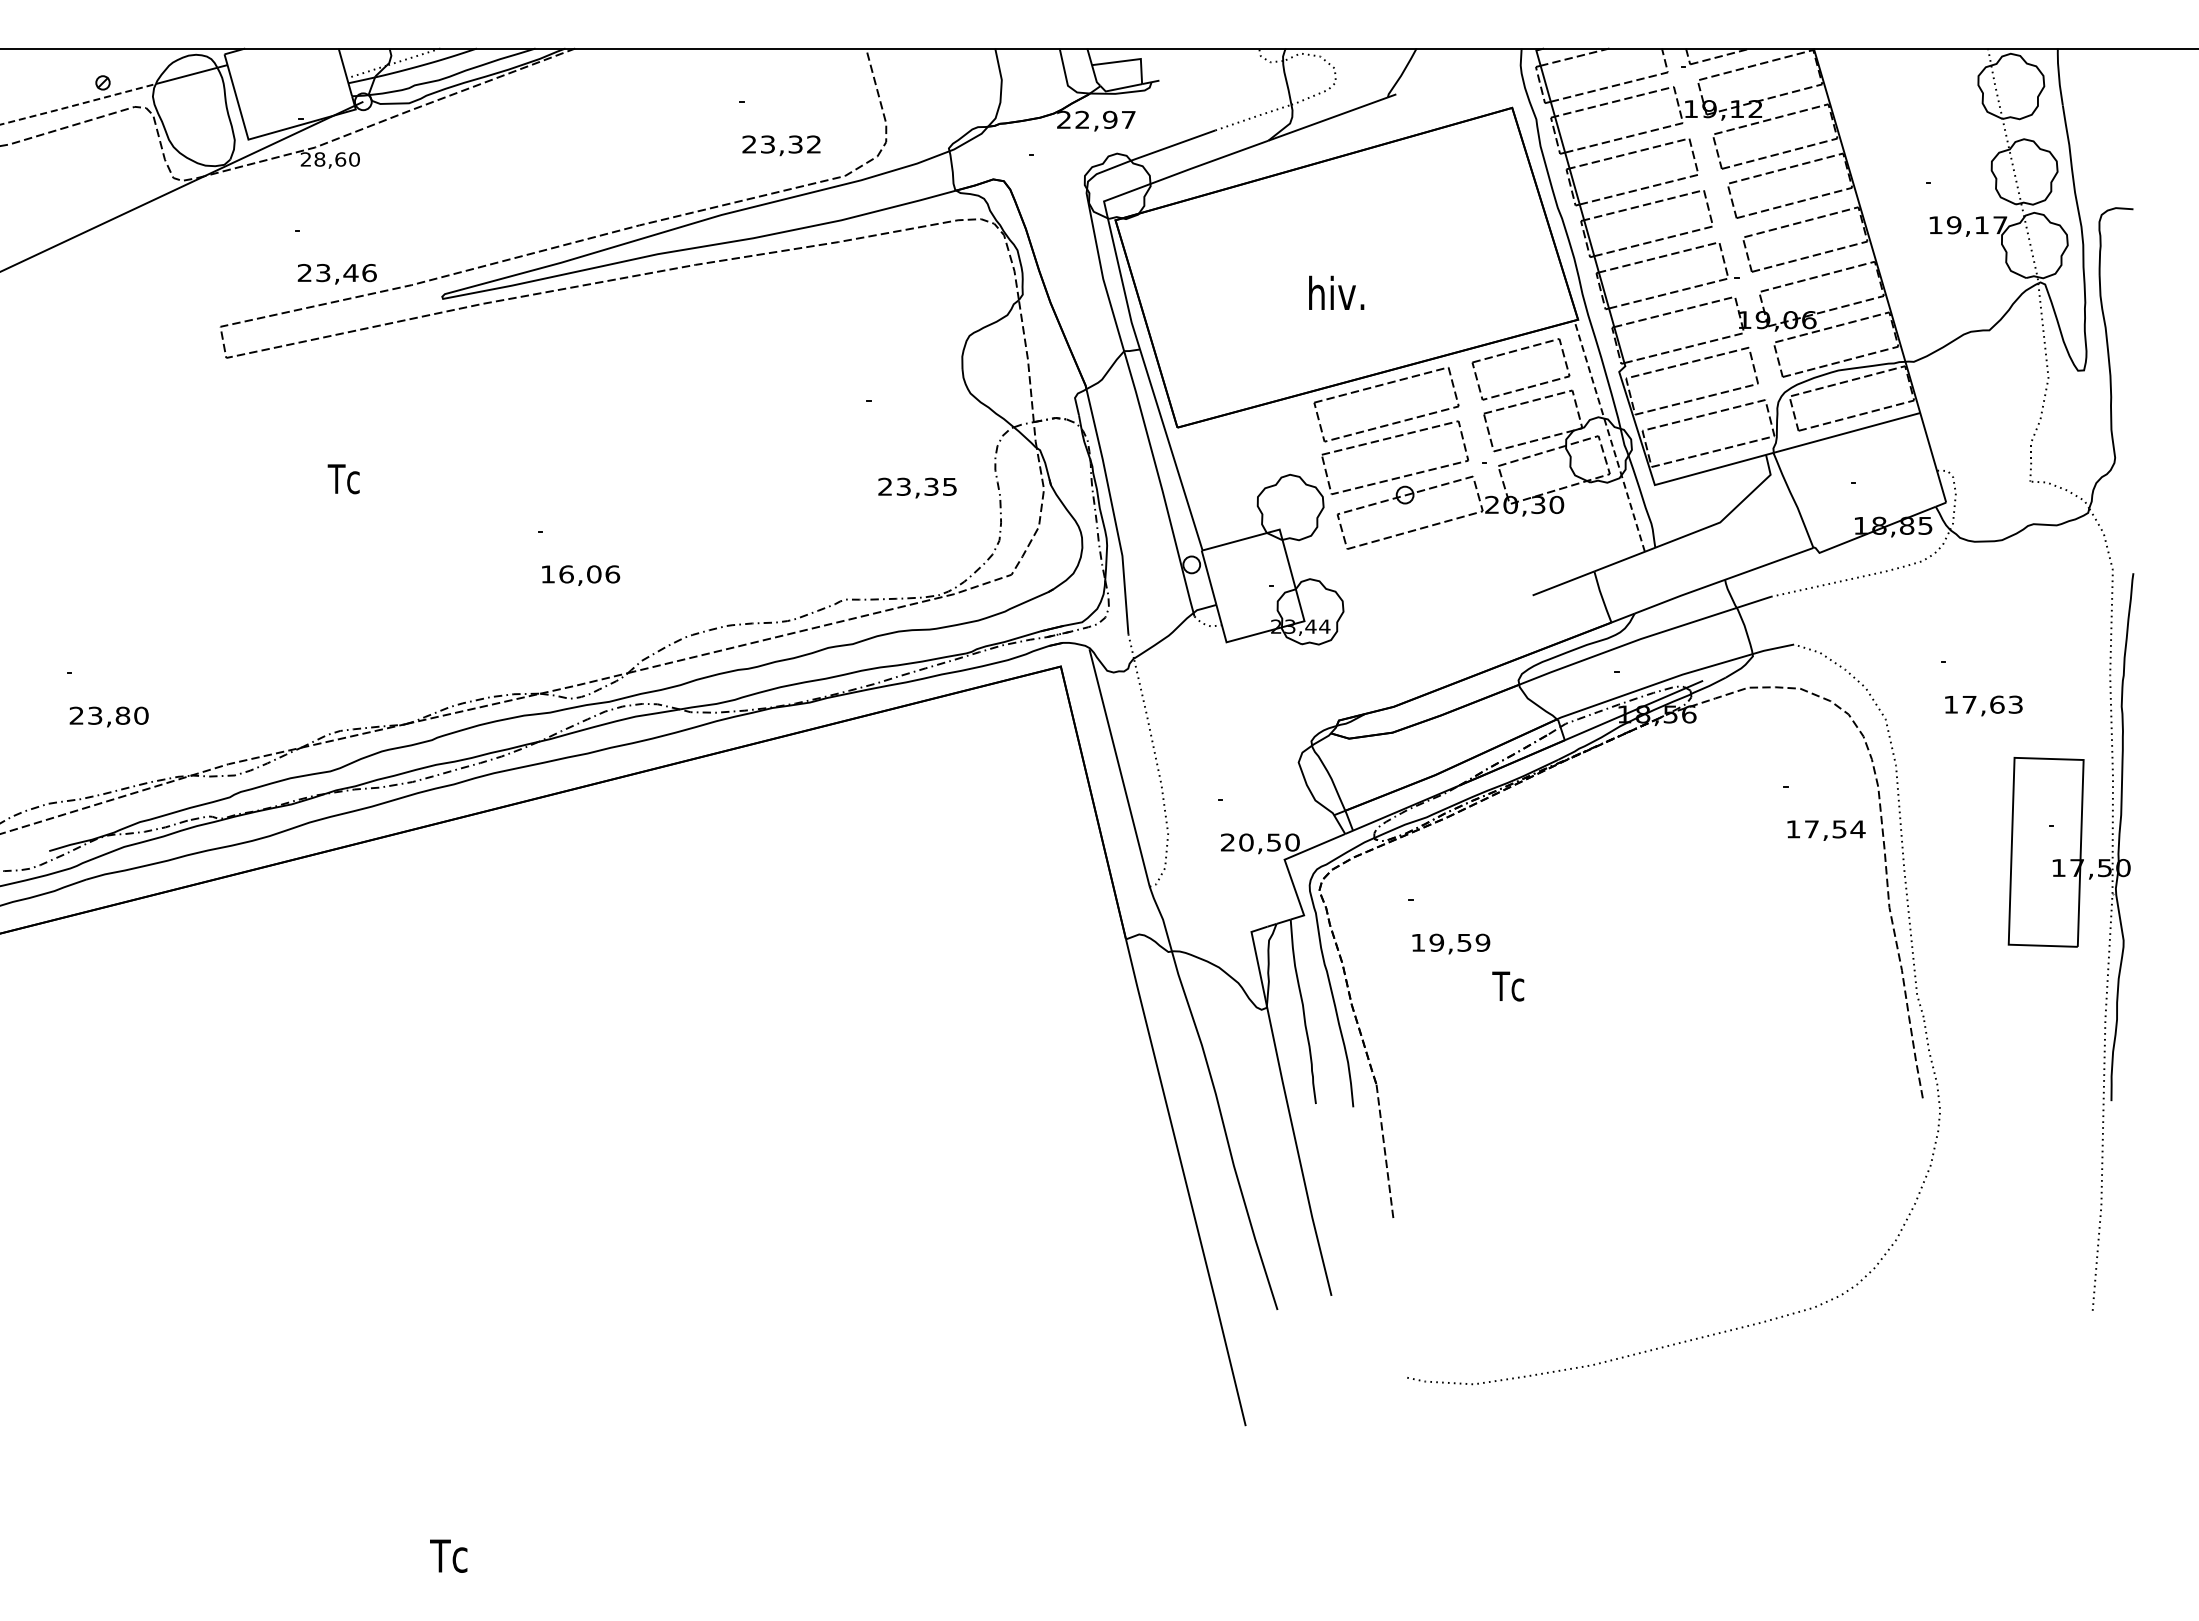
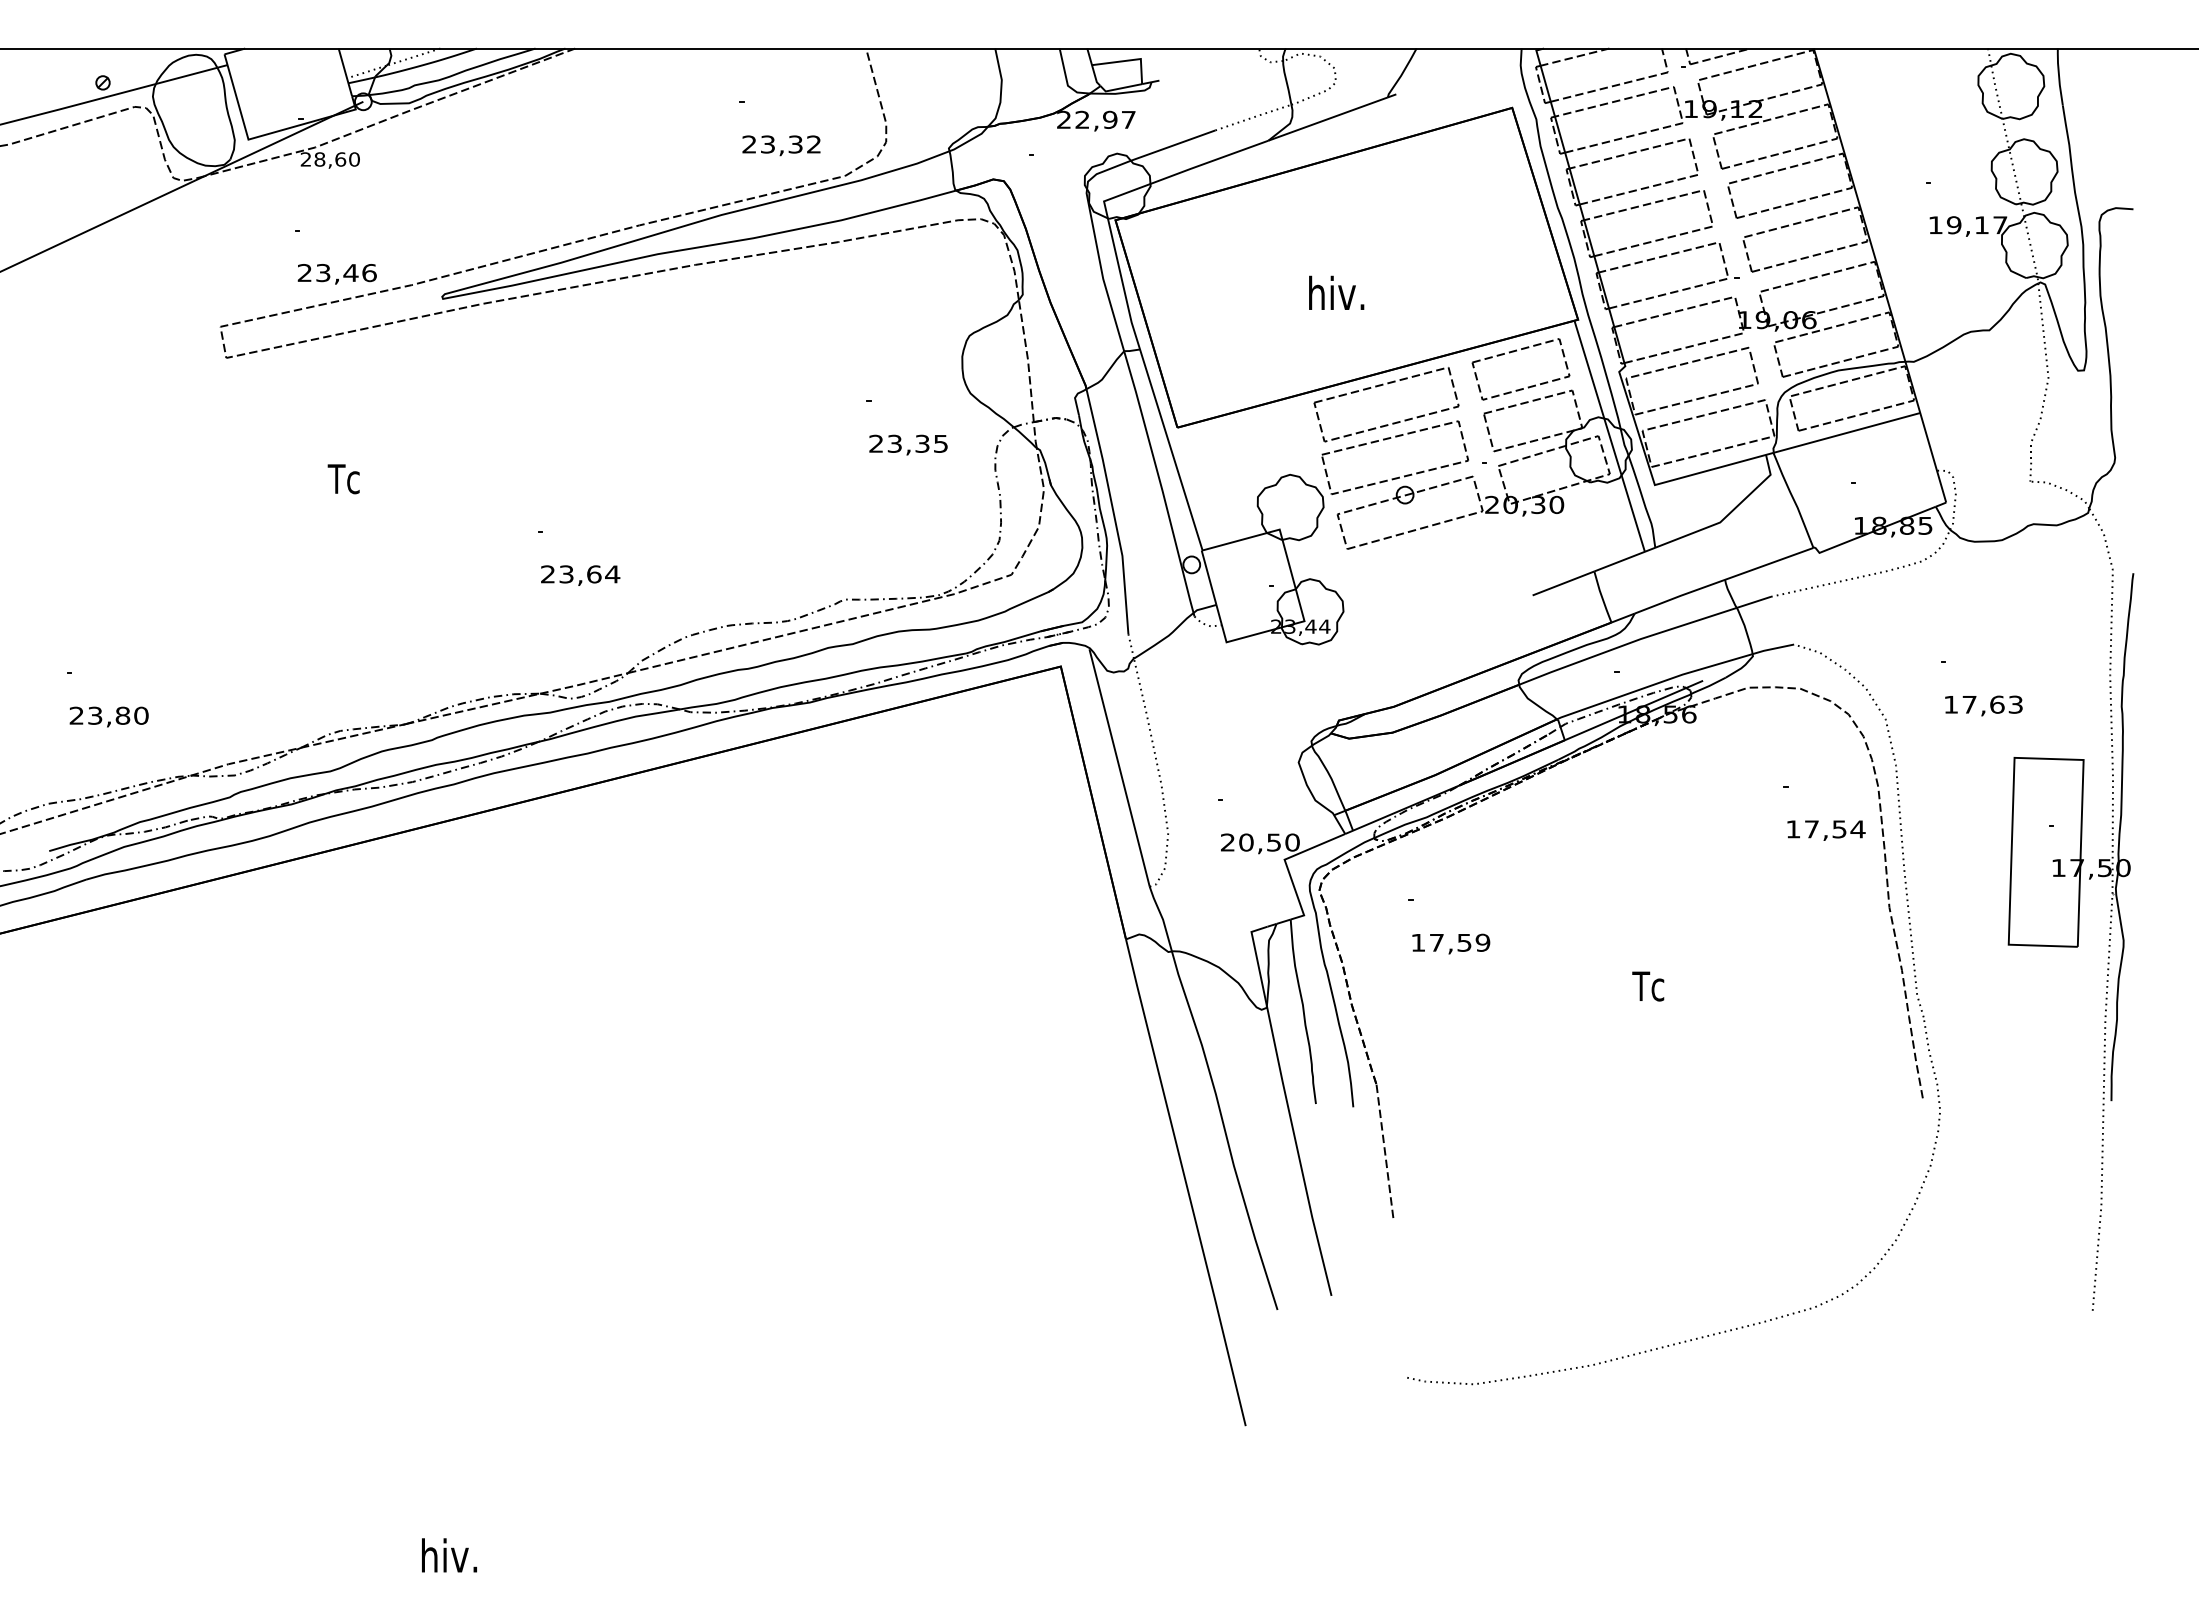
line at (78, 104): dashed -> solid
line at (1609, 436): dashed -> solid
text at (917, 487) position: (917, 487) -> (908, 444)
text at (580, 574): 16,06 -> 23,64
text at (1436, 942): 19,59 -> 17,59
text at (1508, 986) position: (1508, 986) -> (1648, 986)
text at (449, 1555): Tc -> hiv.
